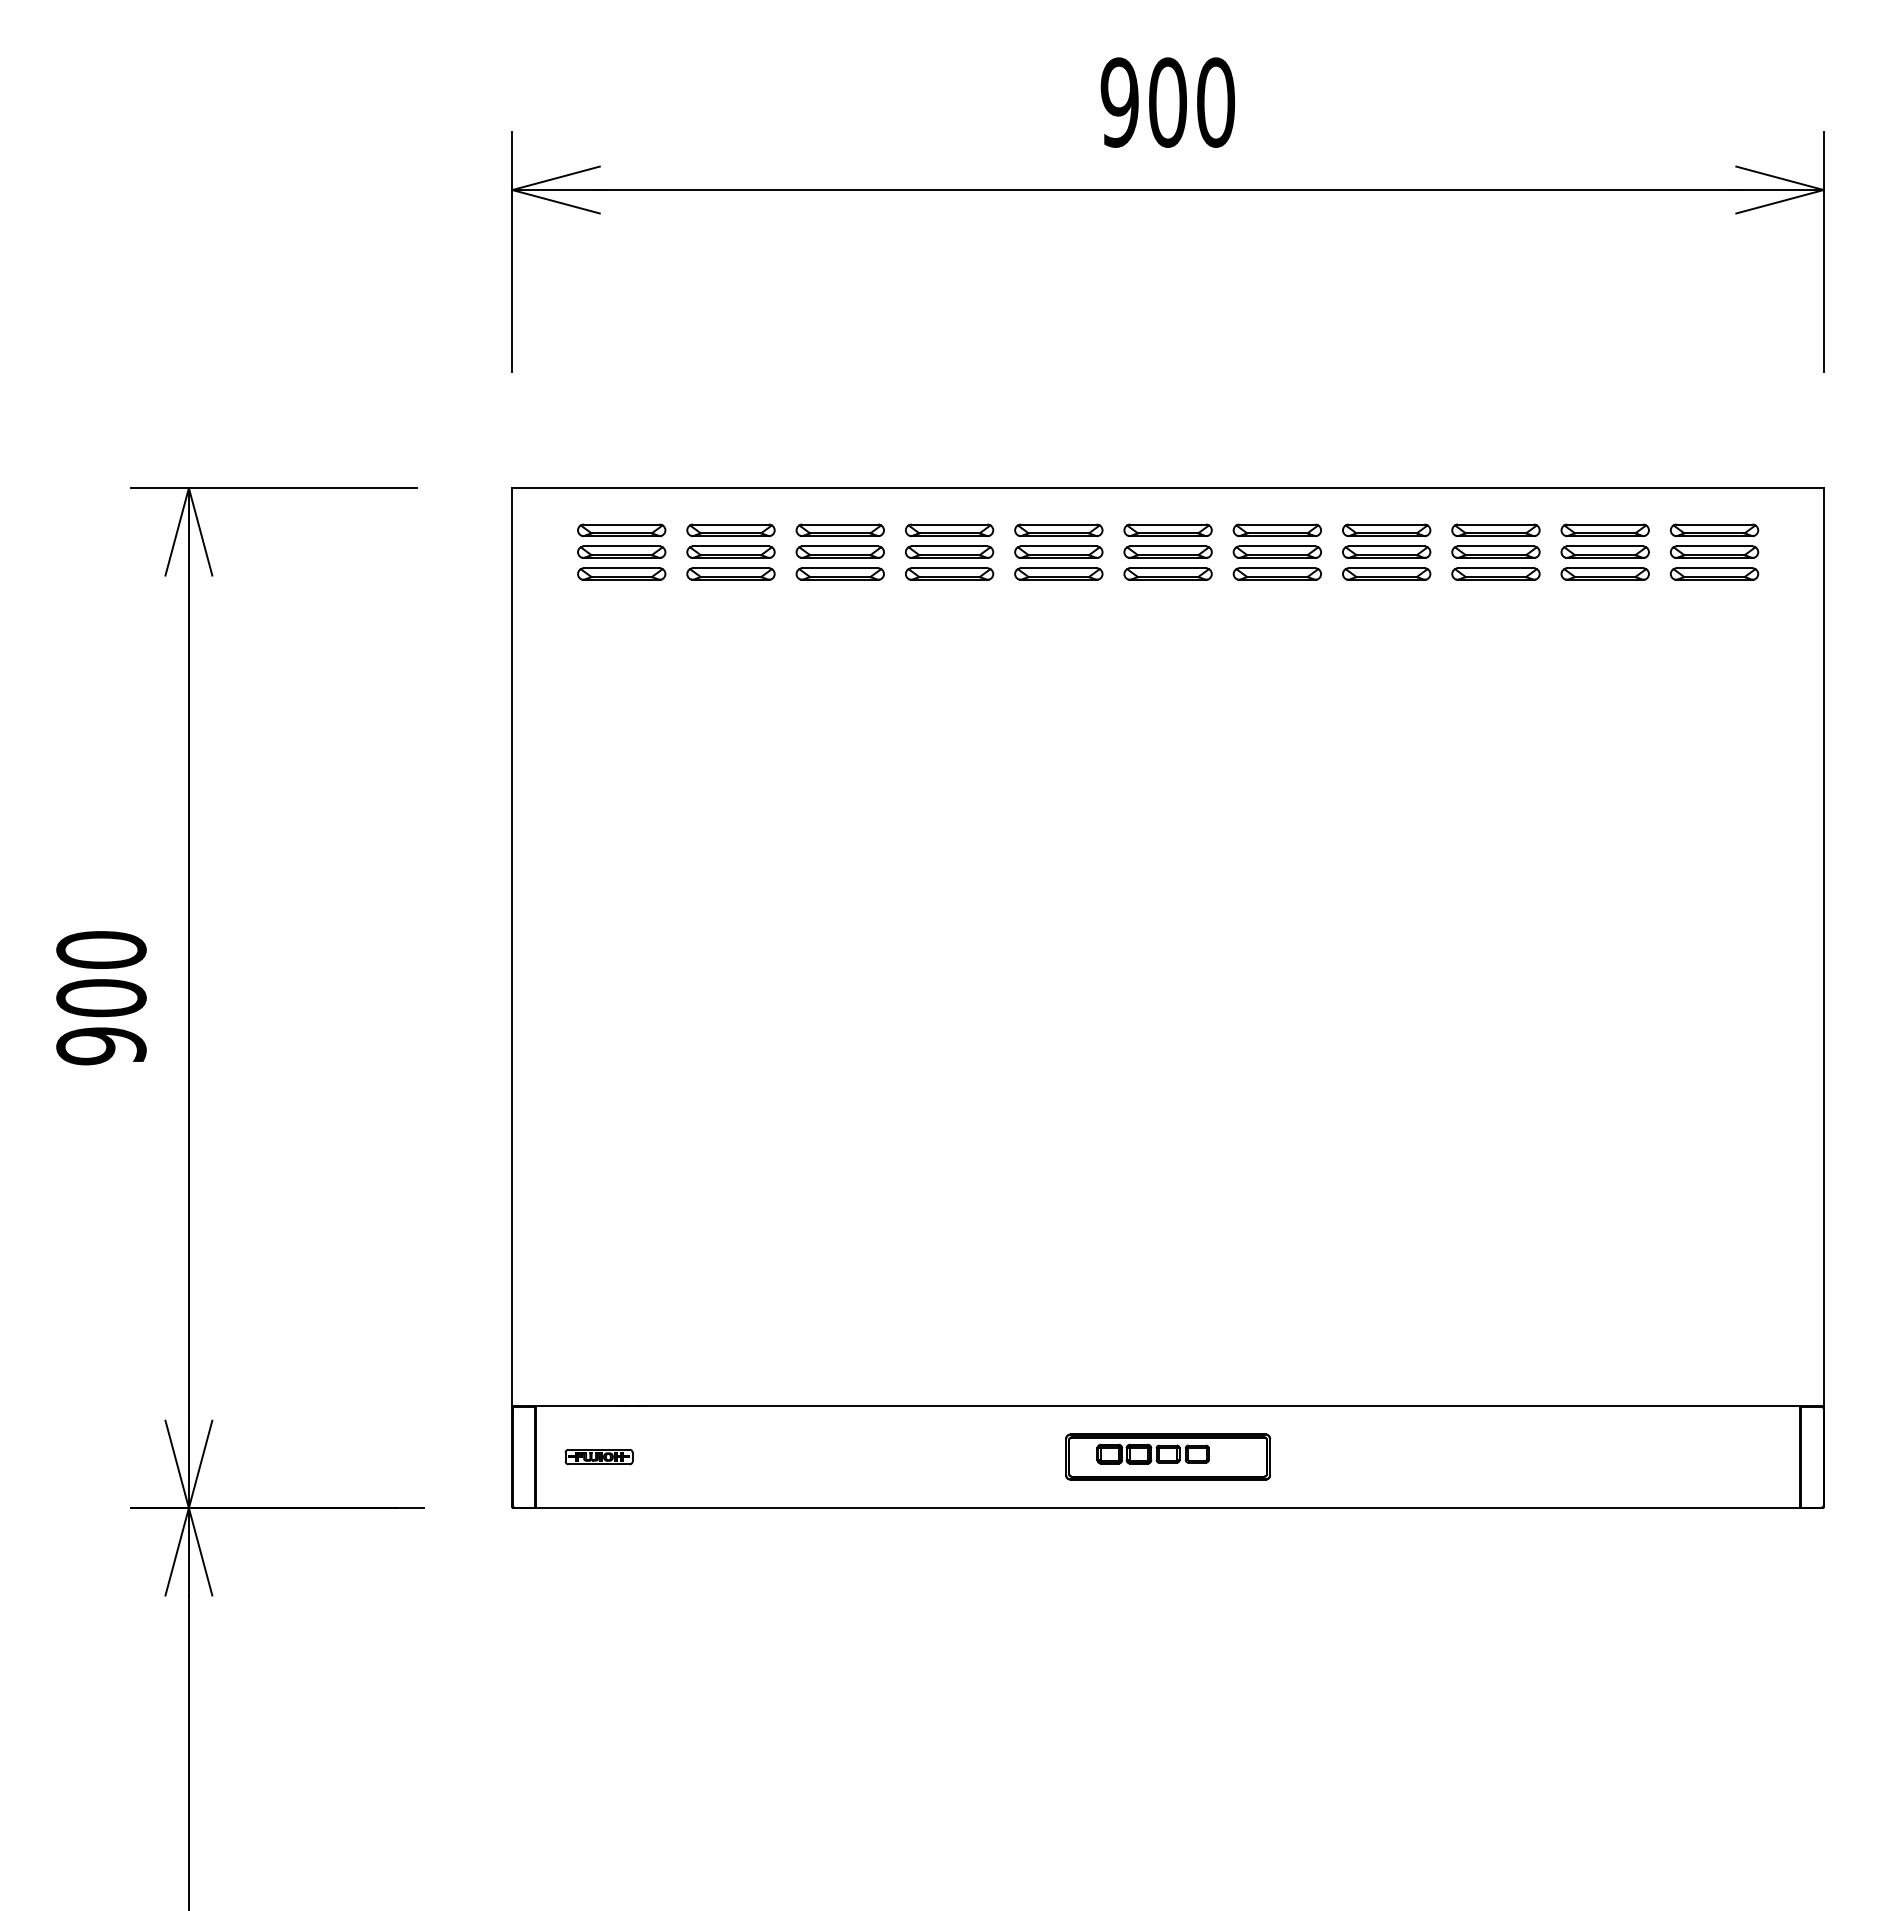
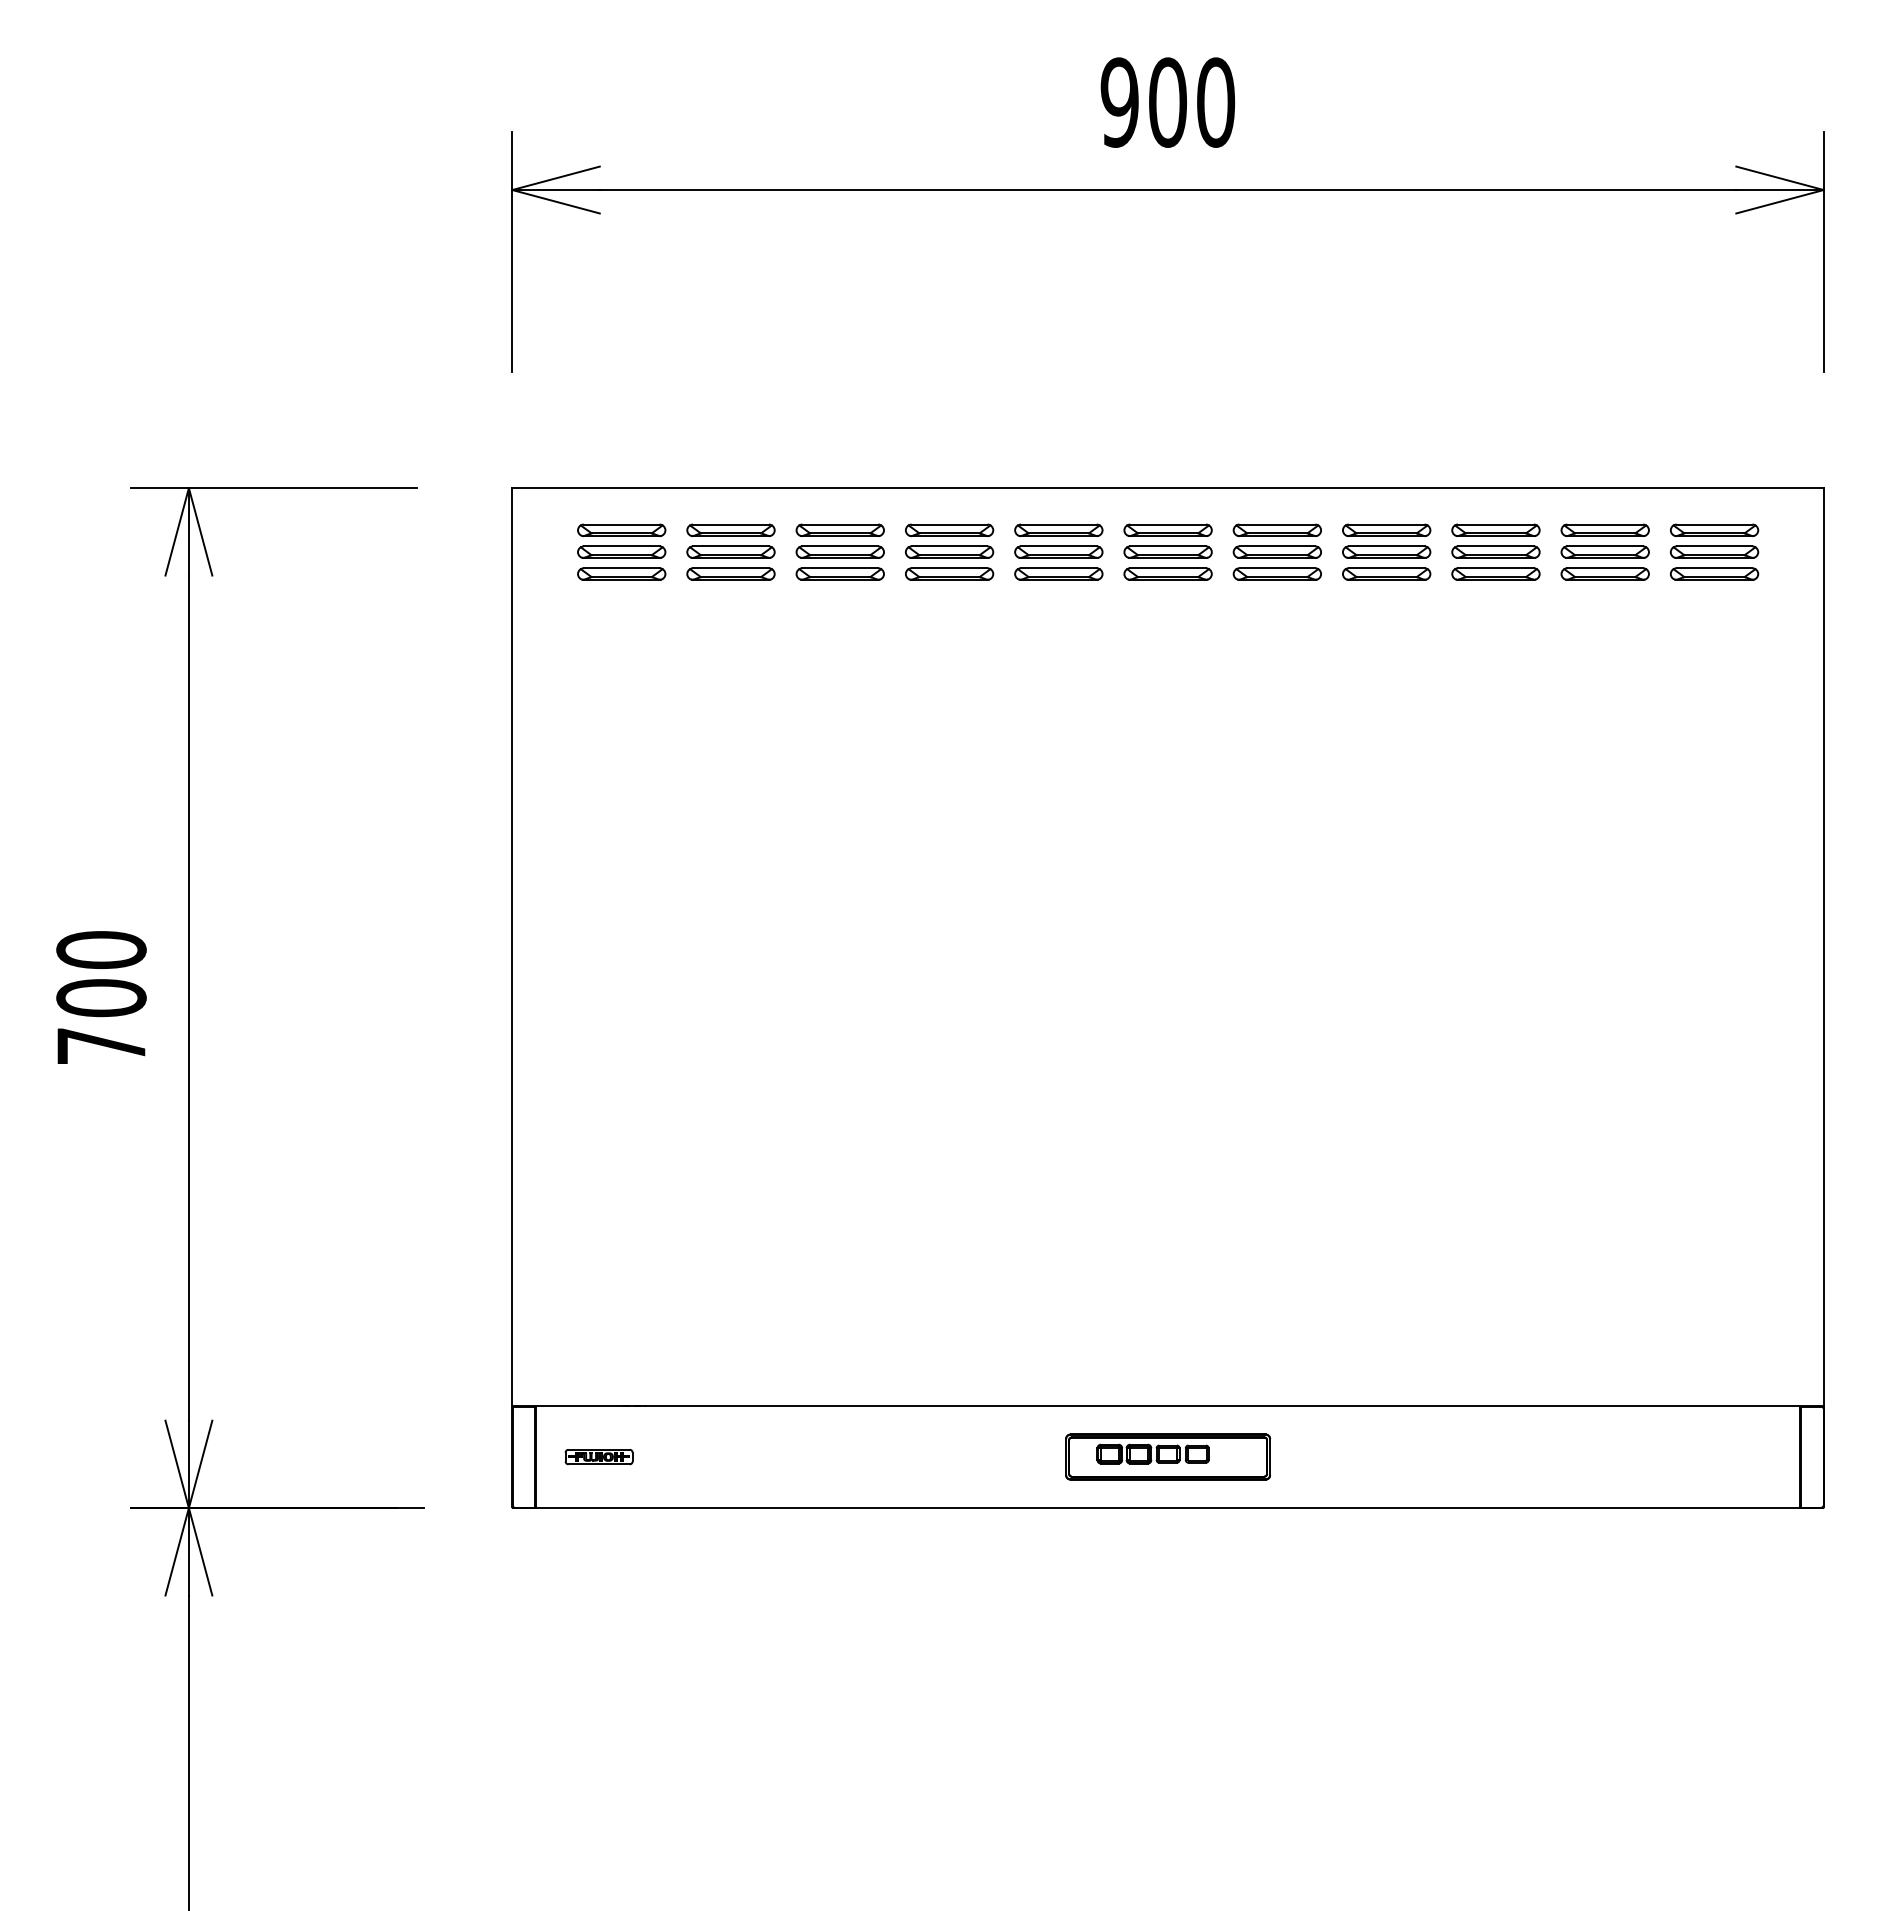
text at (101, 1046): 900 -> 700
